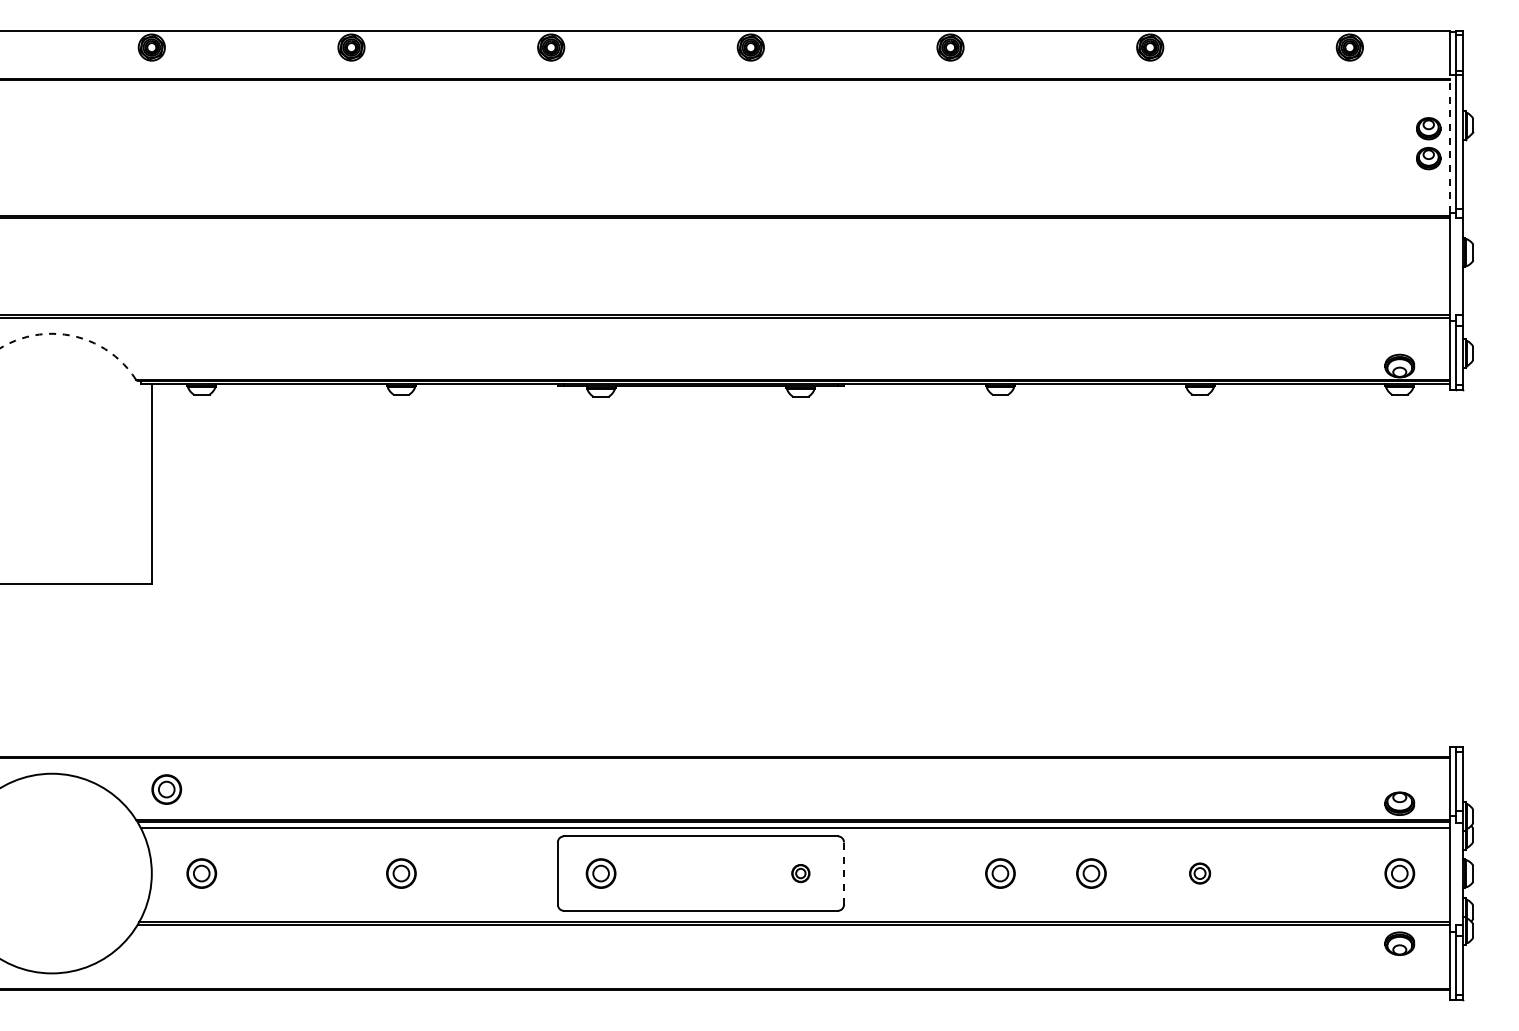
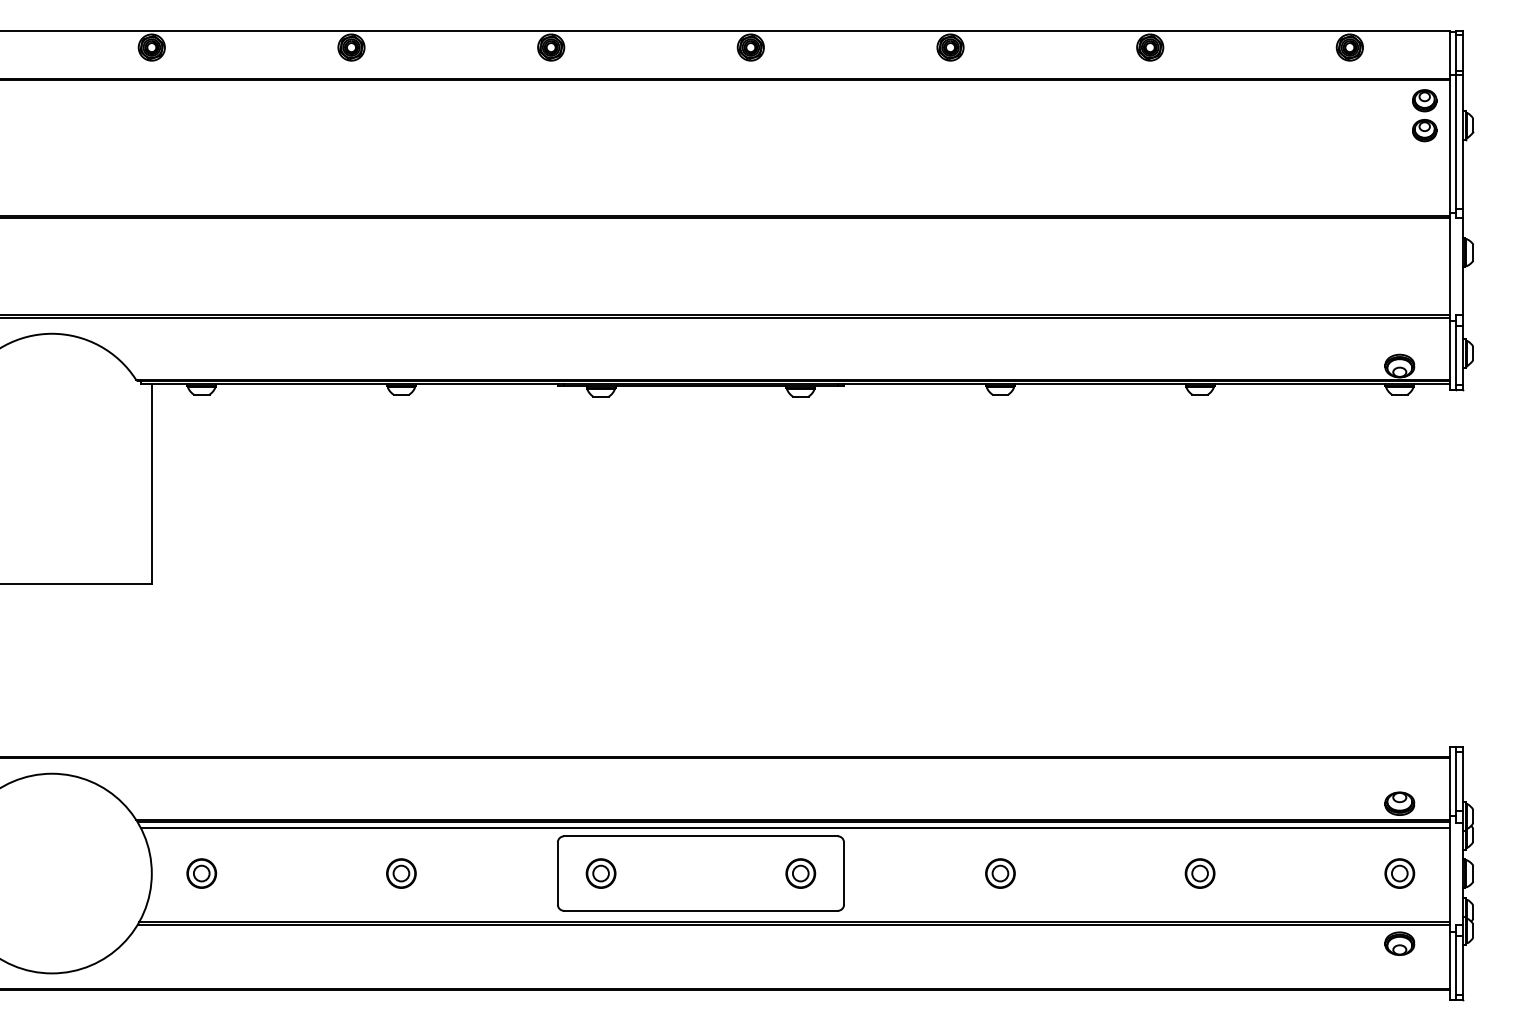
part at (1428, 143) position: (1428, 143) -> (1424, 115)
line at (1449, 144): dashed -> solid
arc at (73, 336): dashed -> solid
part at (166, 789): present -> none
part at (800, 873) size: 20x20 px -> 32x31 px
line at (844, 873): dashed -> solid
part at (1091, 873): present -> none
part at (1200, 873) size: 23x23 px -> 32x31 px
